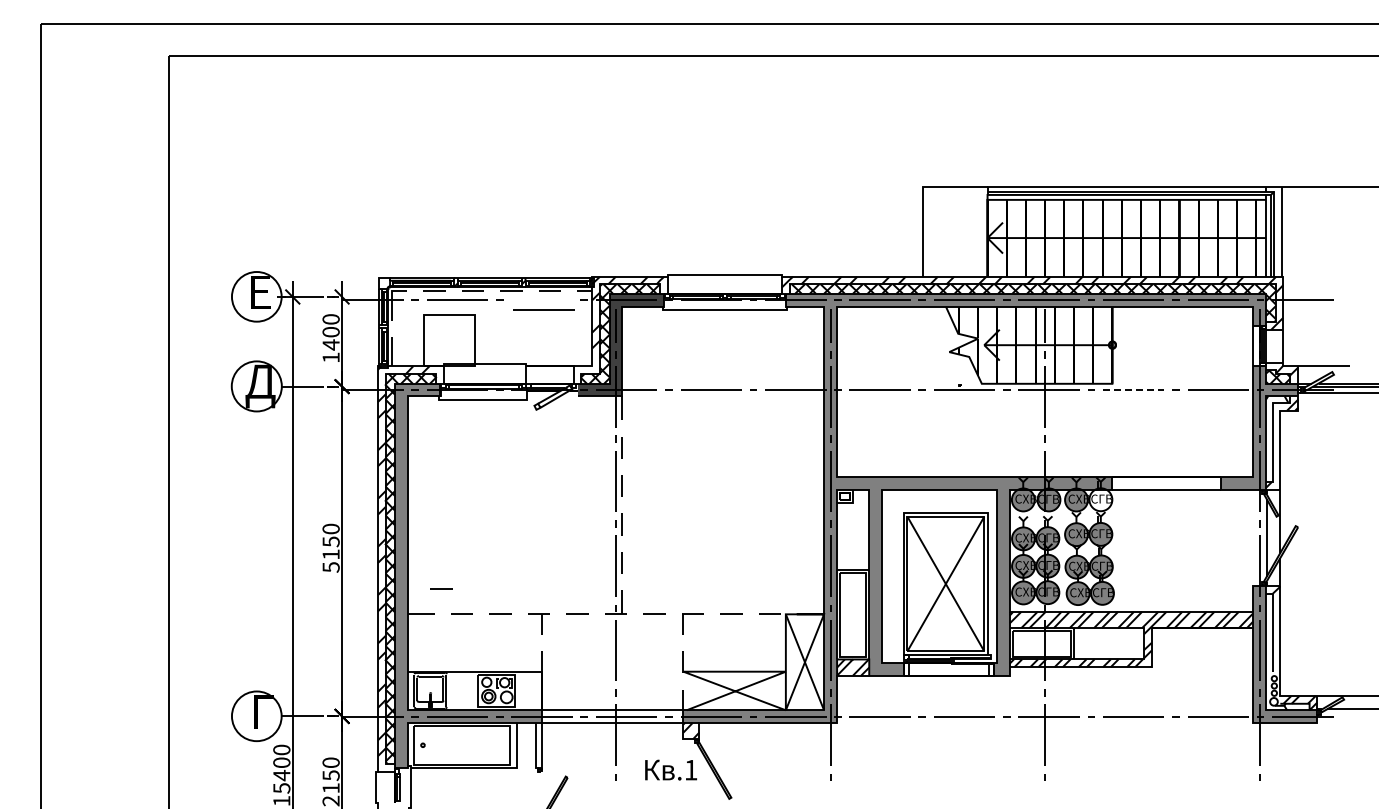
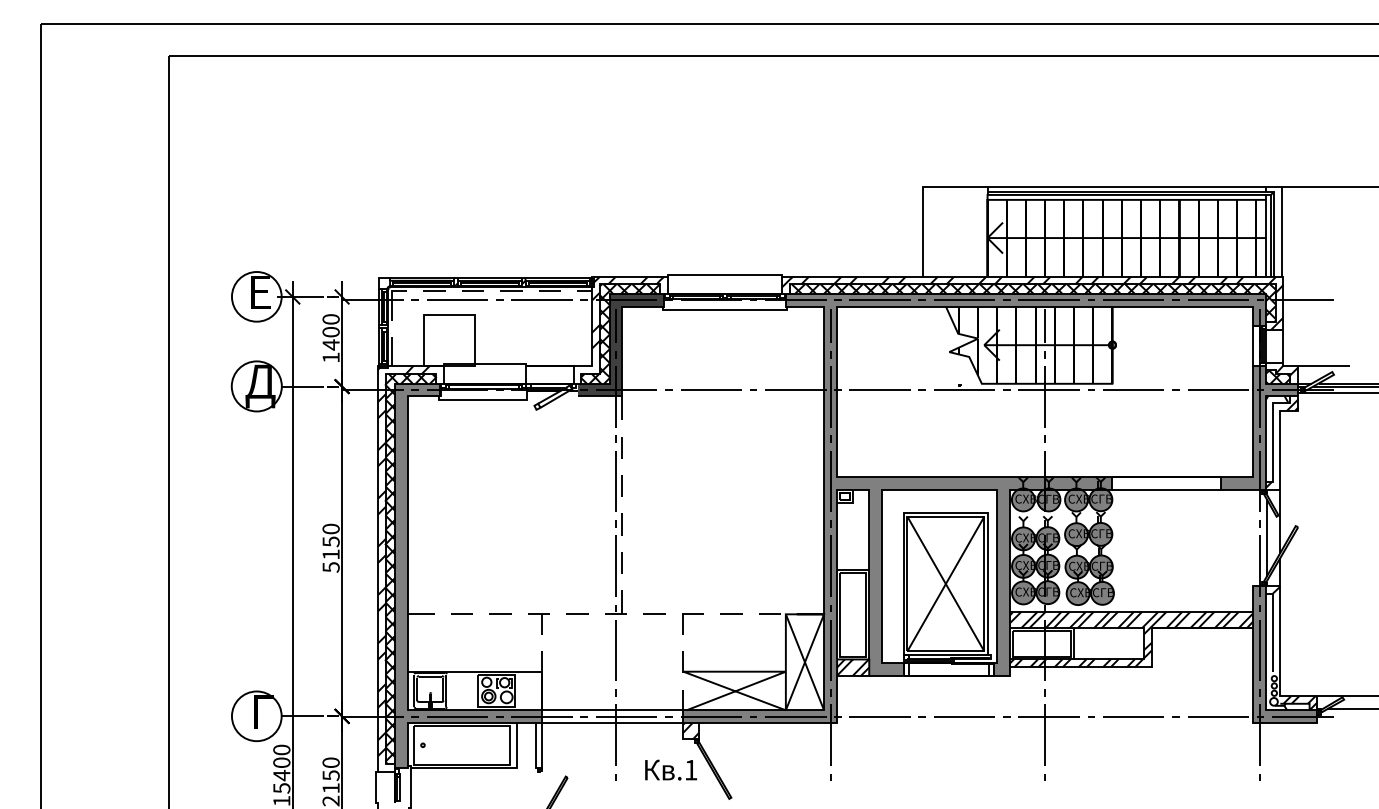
line at (543, 309) position: (543, 309) -> (541, 299)
line at (1133, 389): dashed -> solid
fill at (1100, 499): none -> present
line at (441, 588): present -> none
